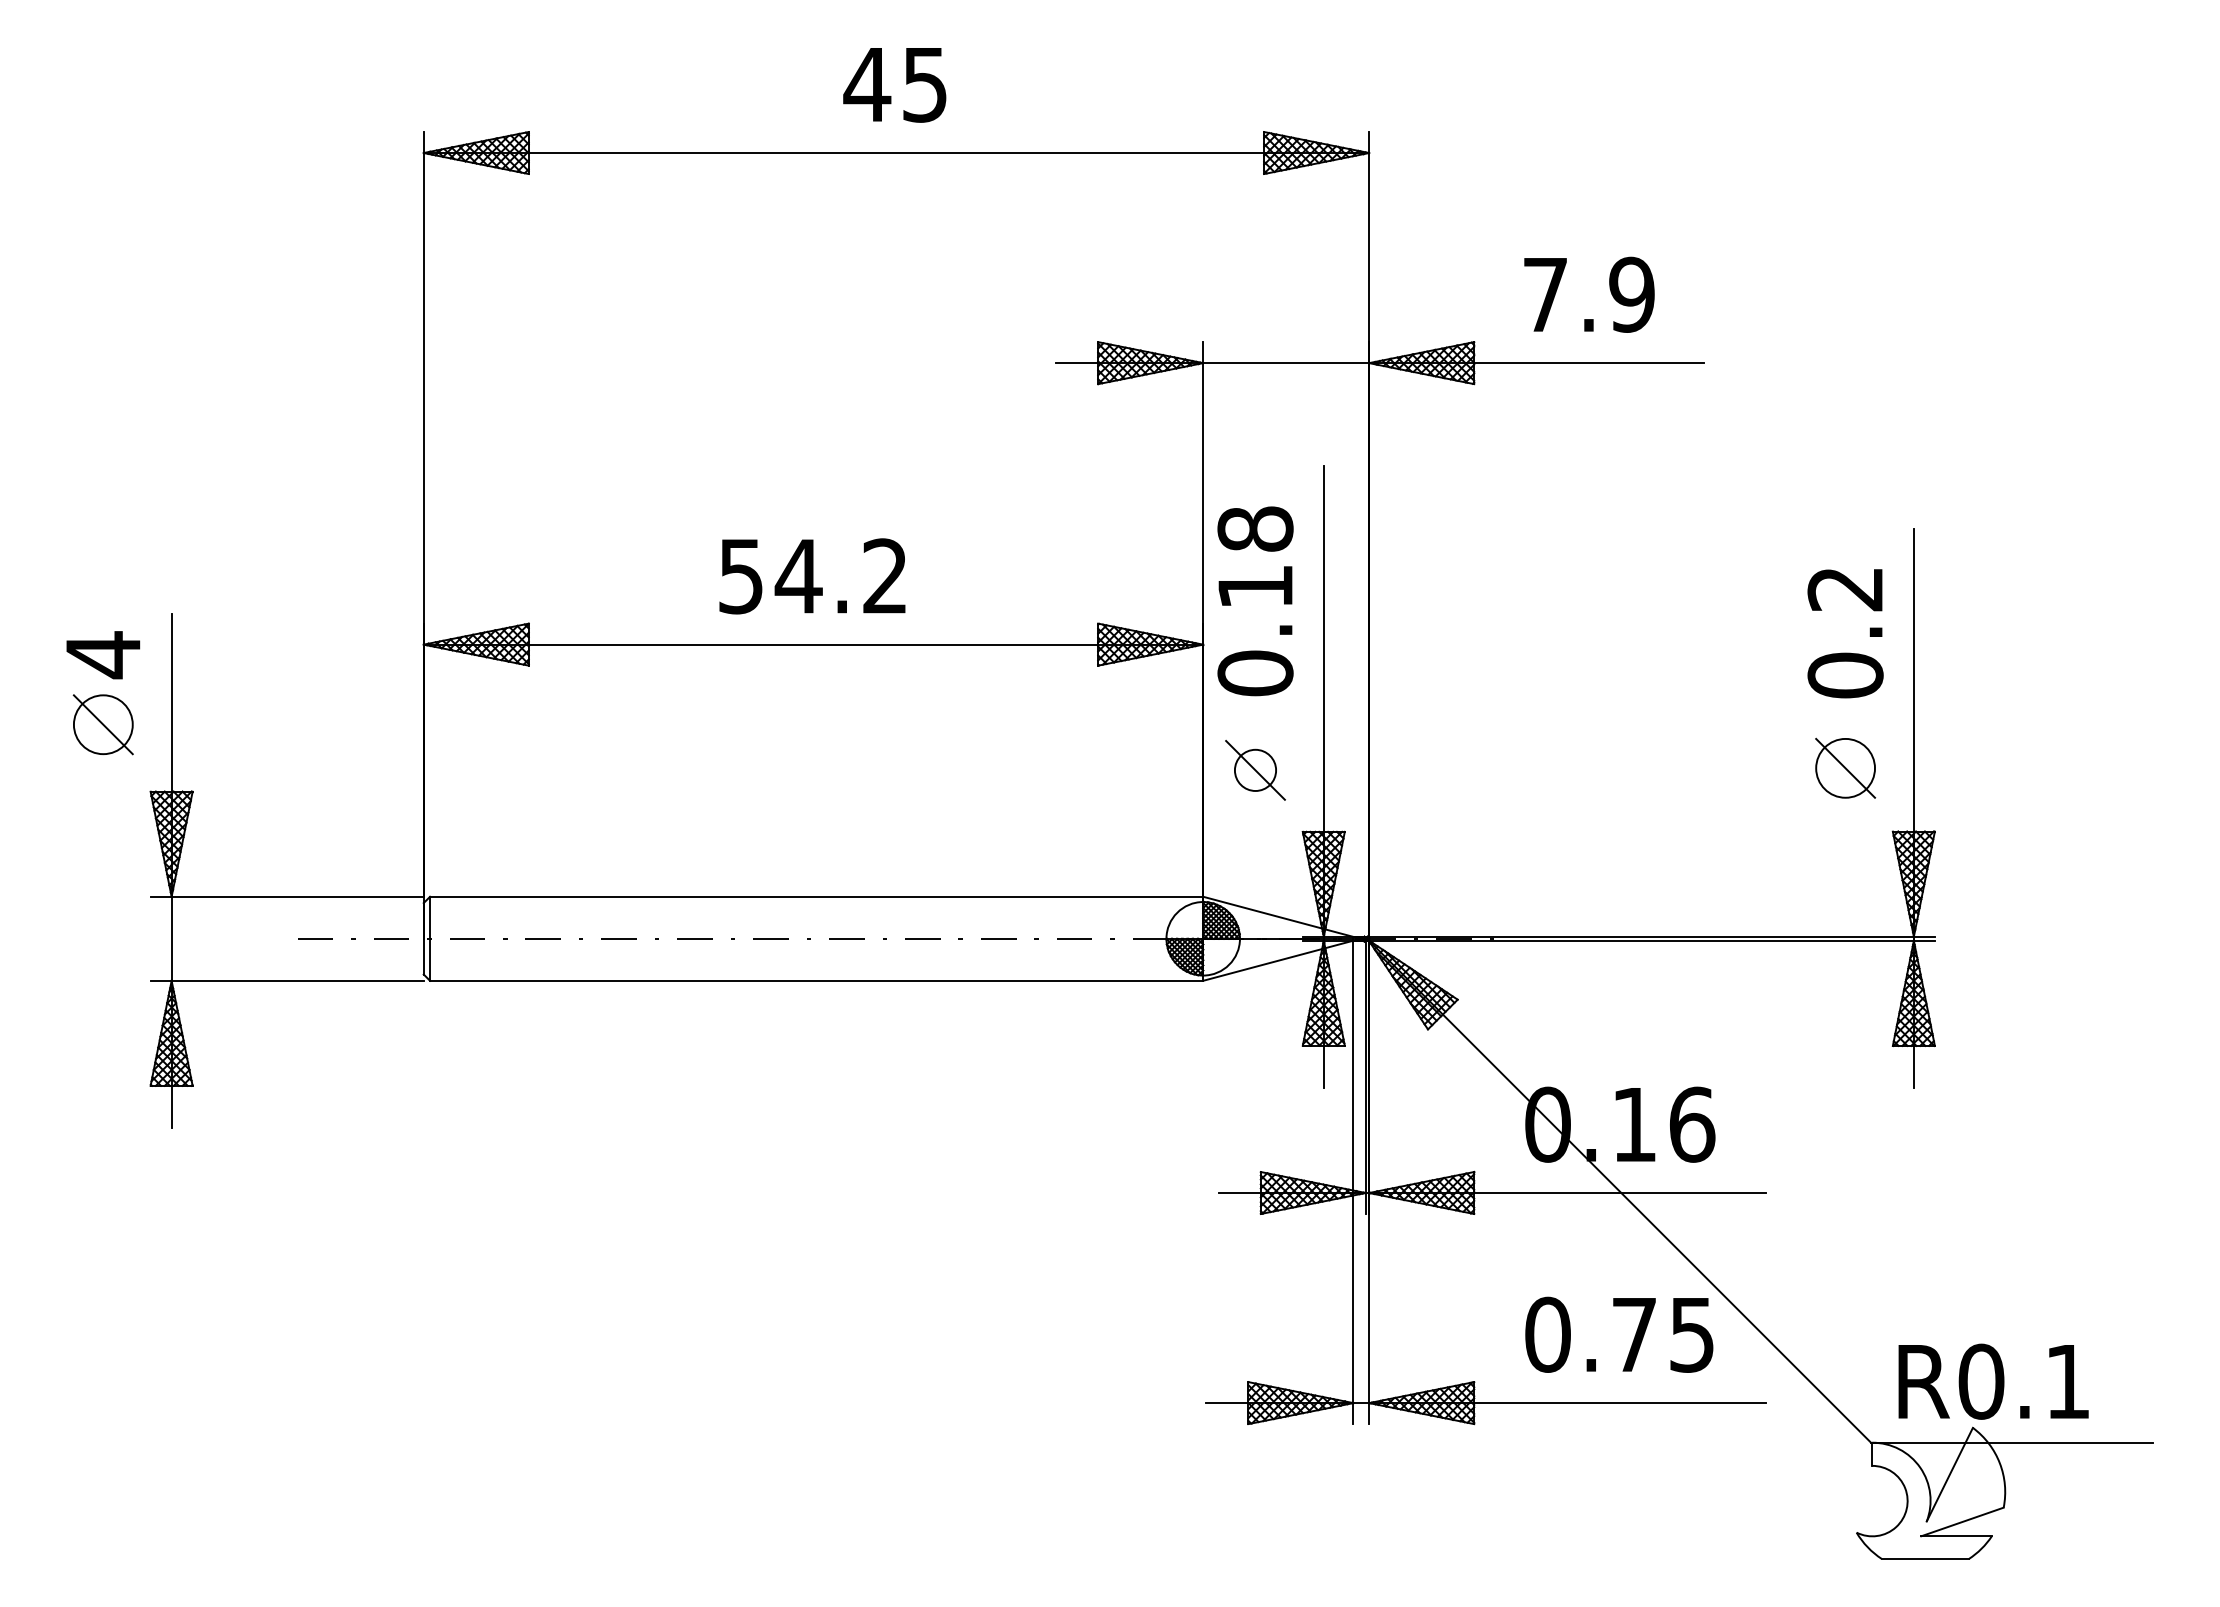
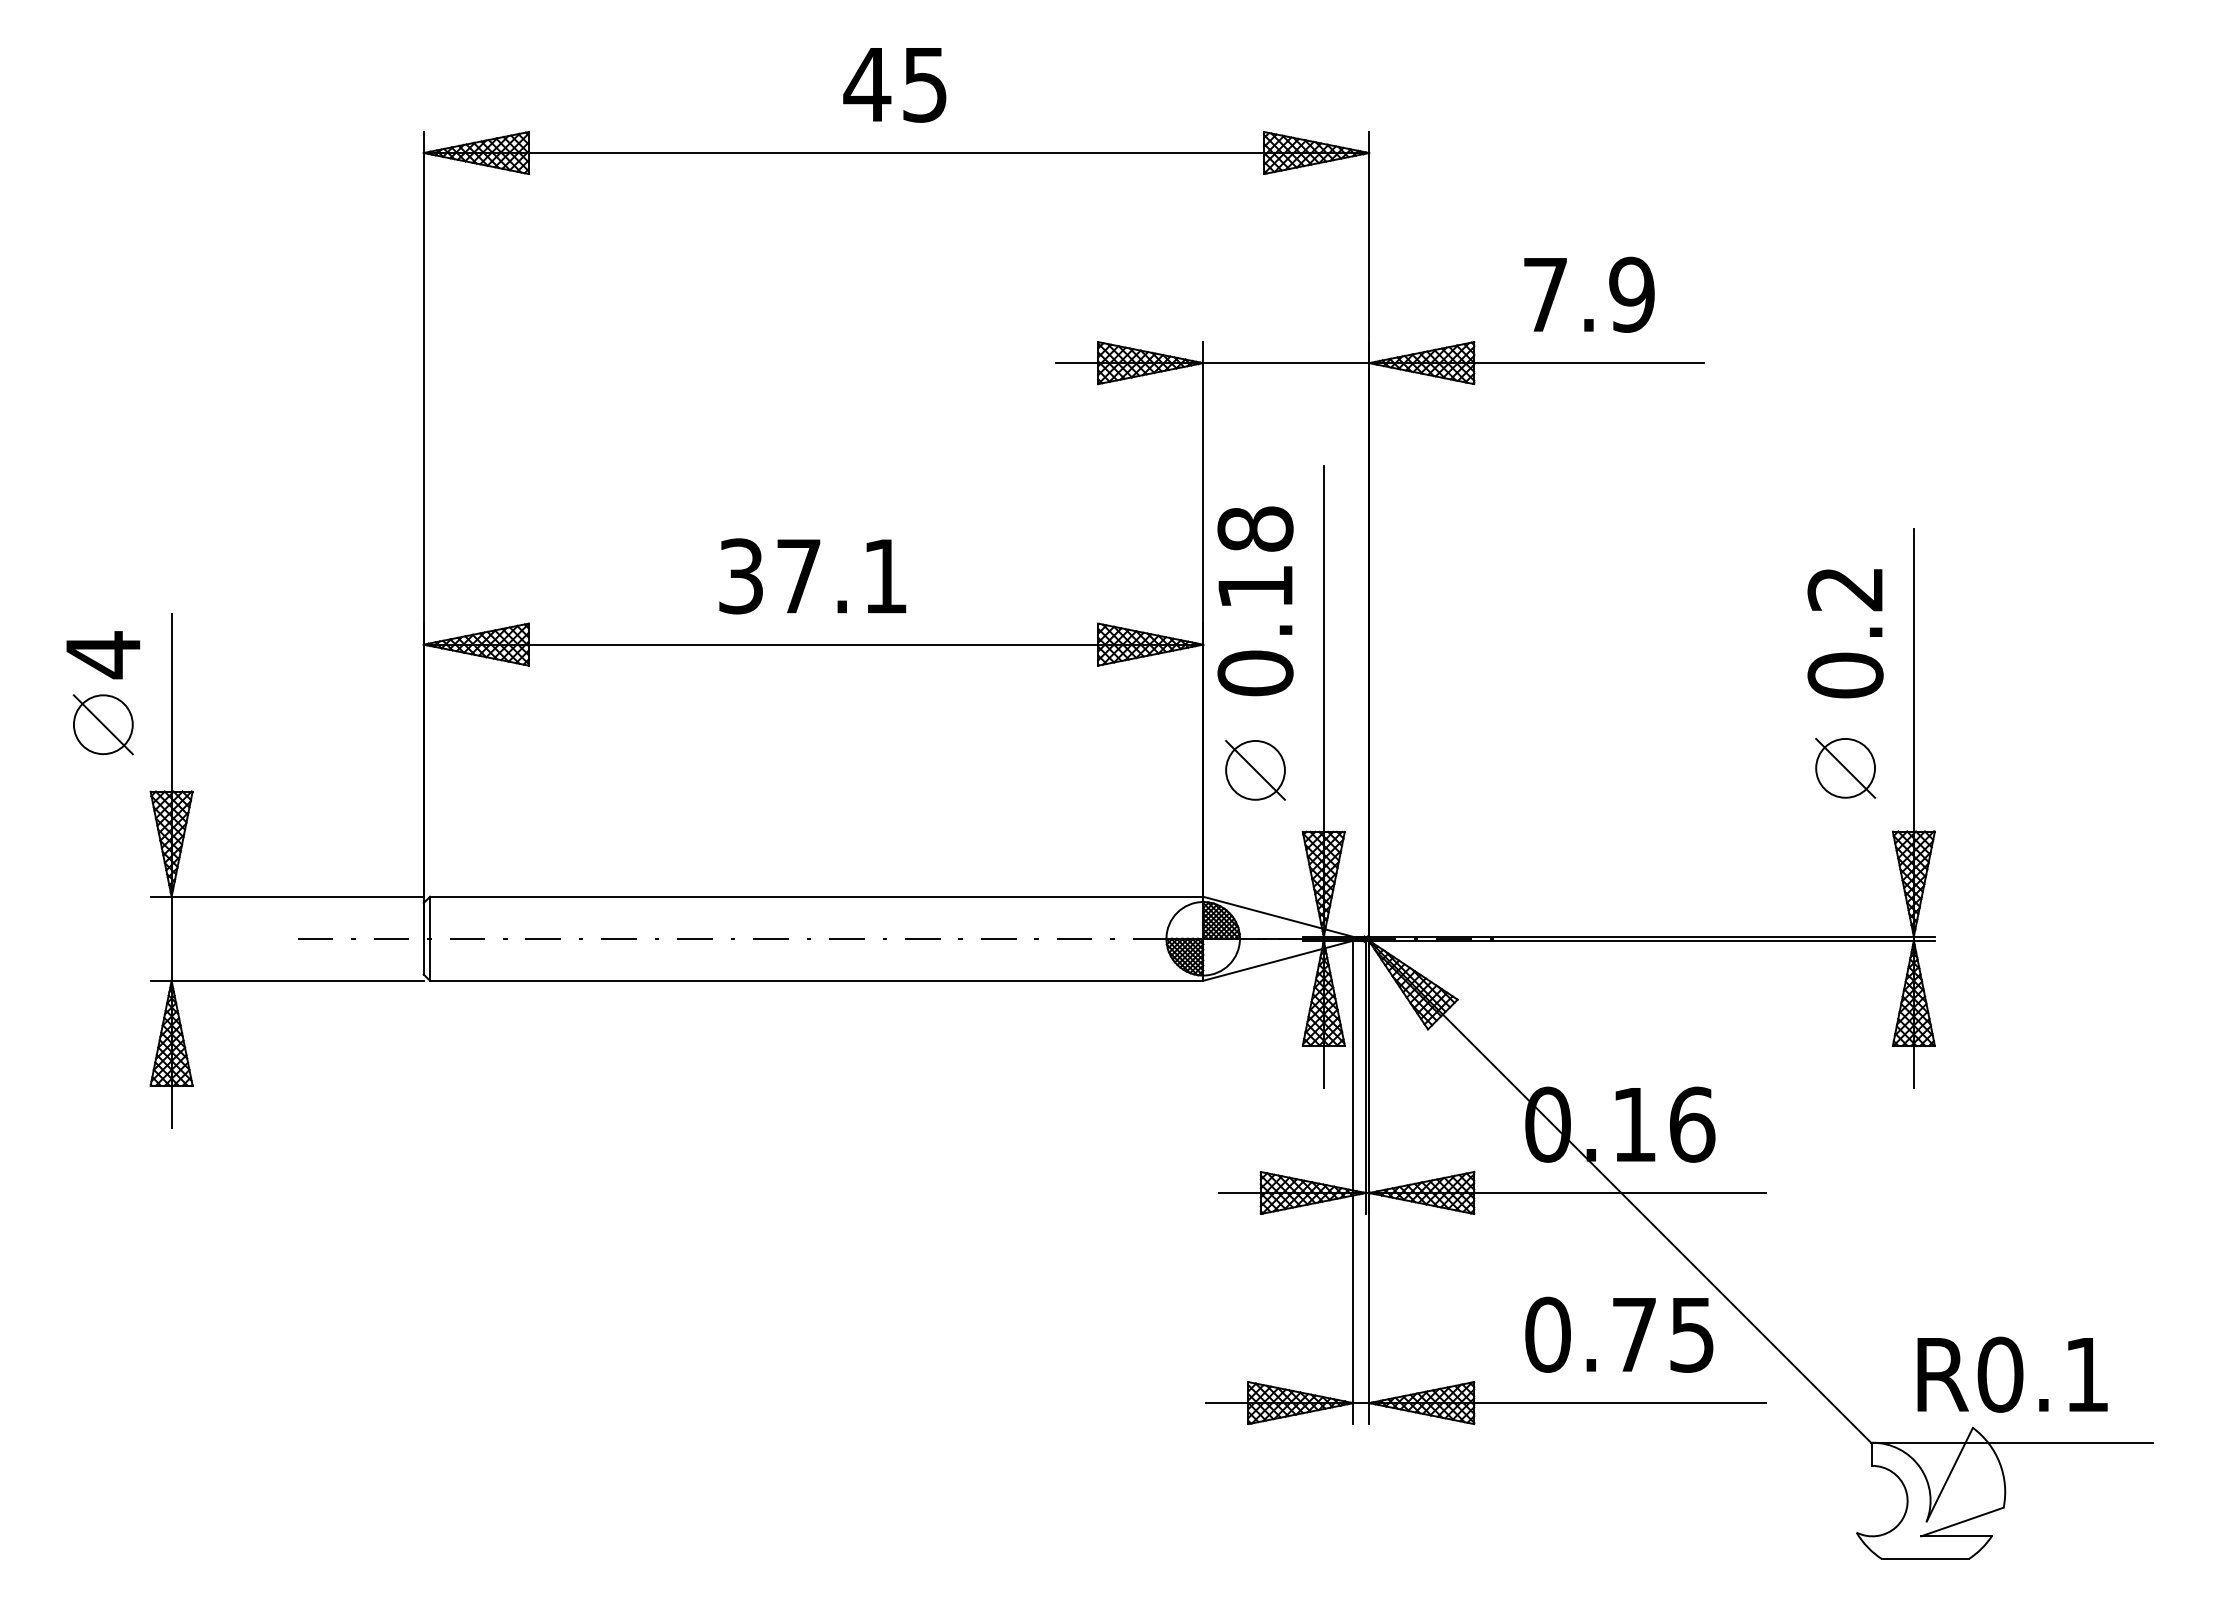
text at (812, 575): 54.2 -> 37.1
circle at (1255, 769) diameter: 41 px -> 59 px
text at (1993, 1381) position: (1993, 1381) -> (2012, 1374)
